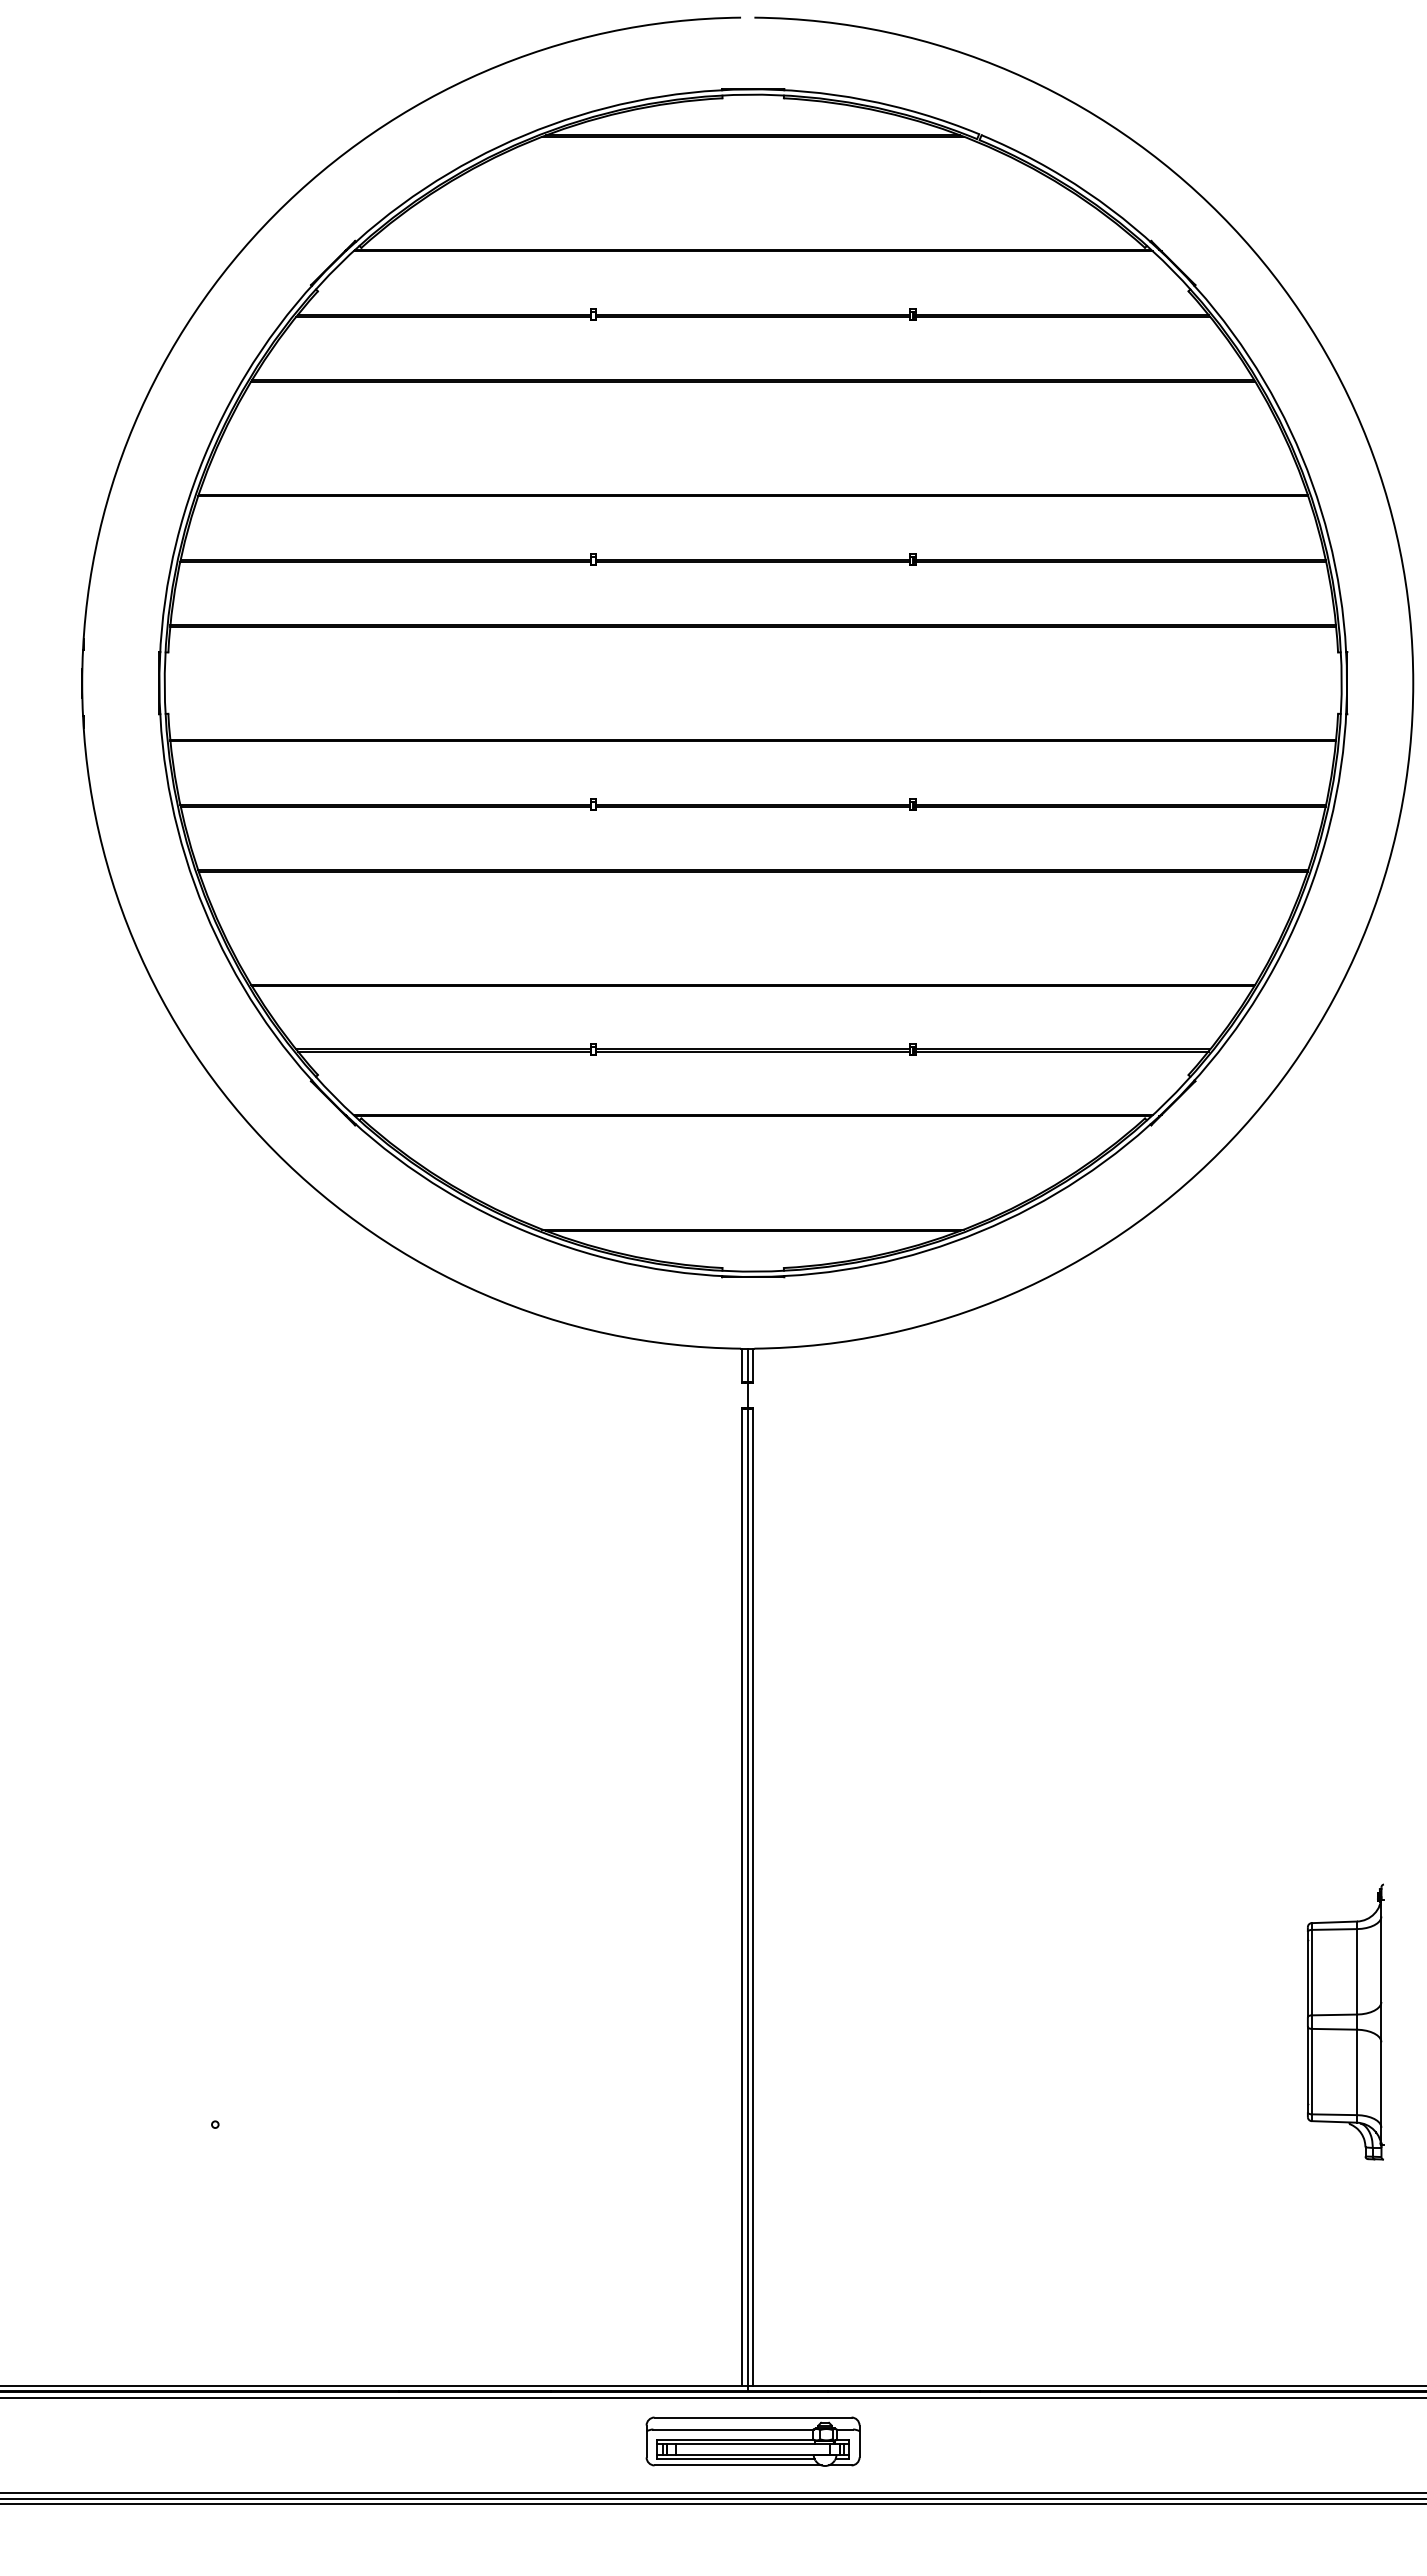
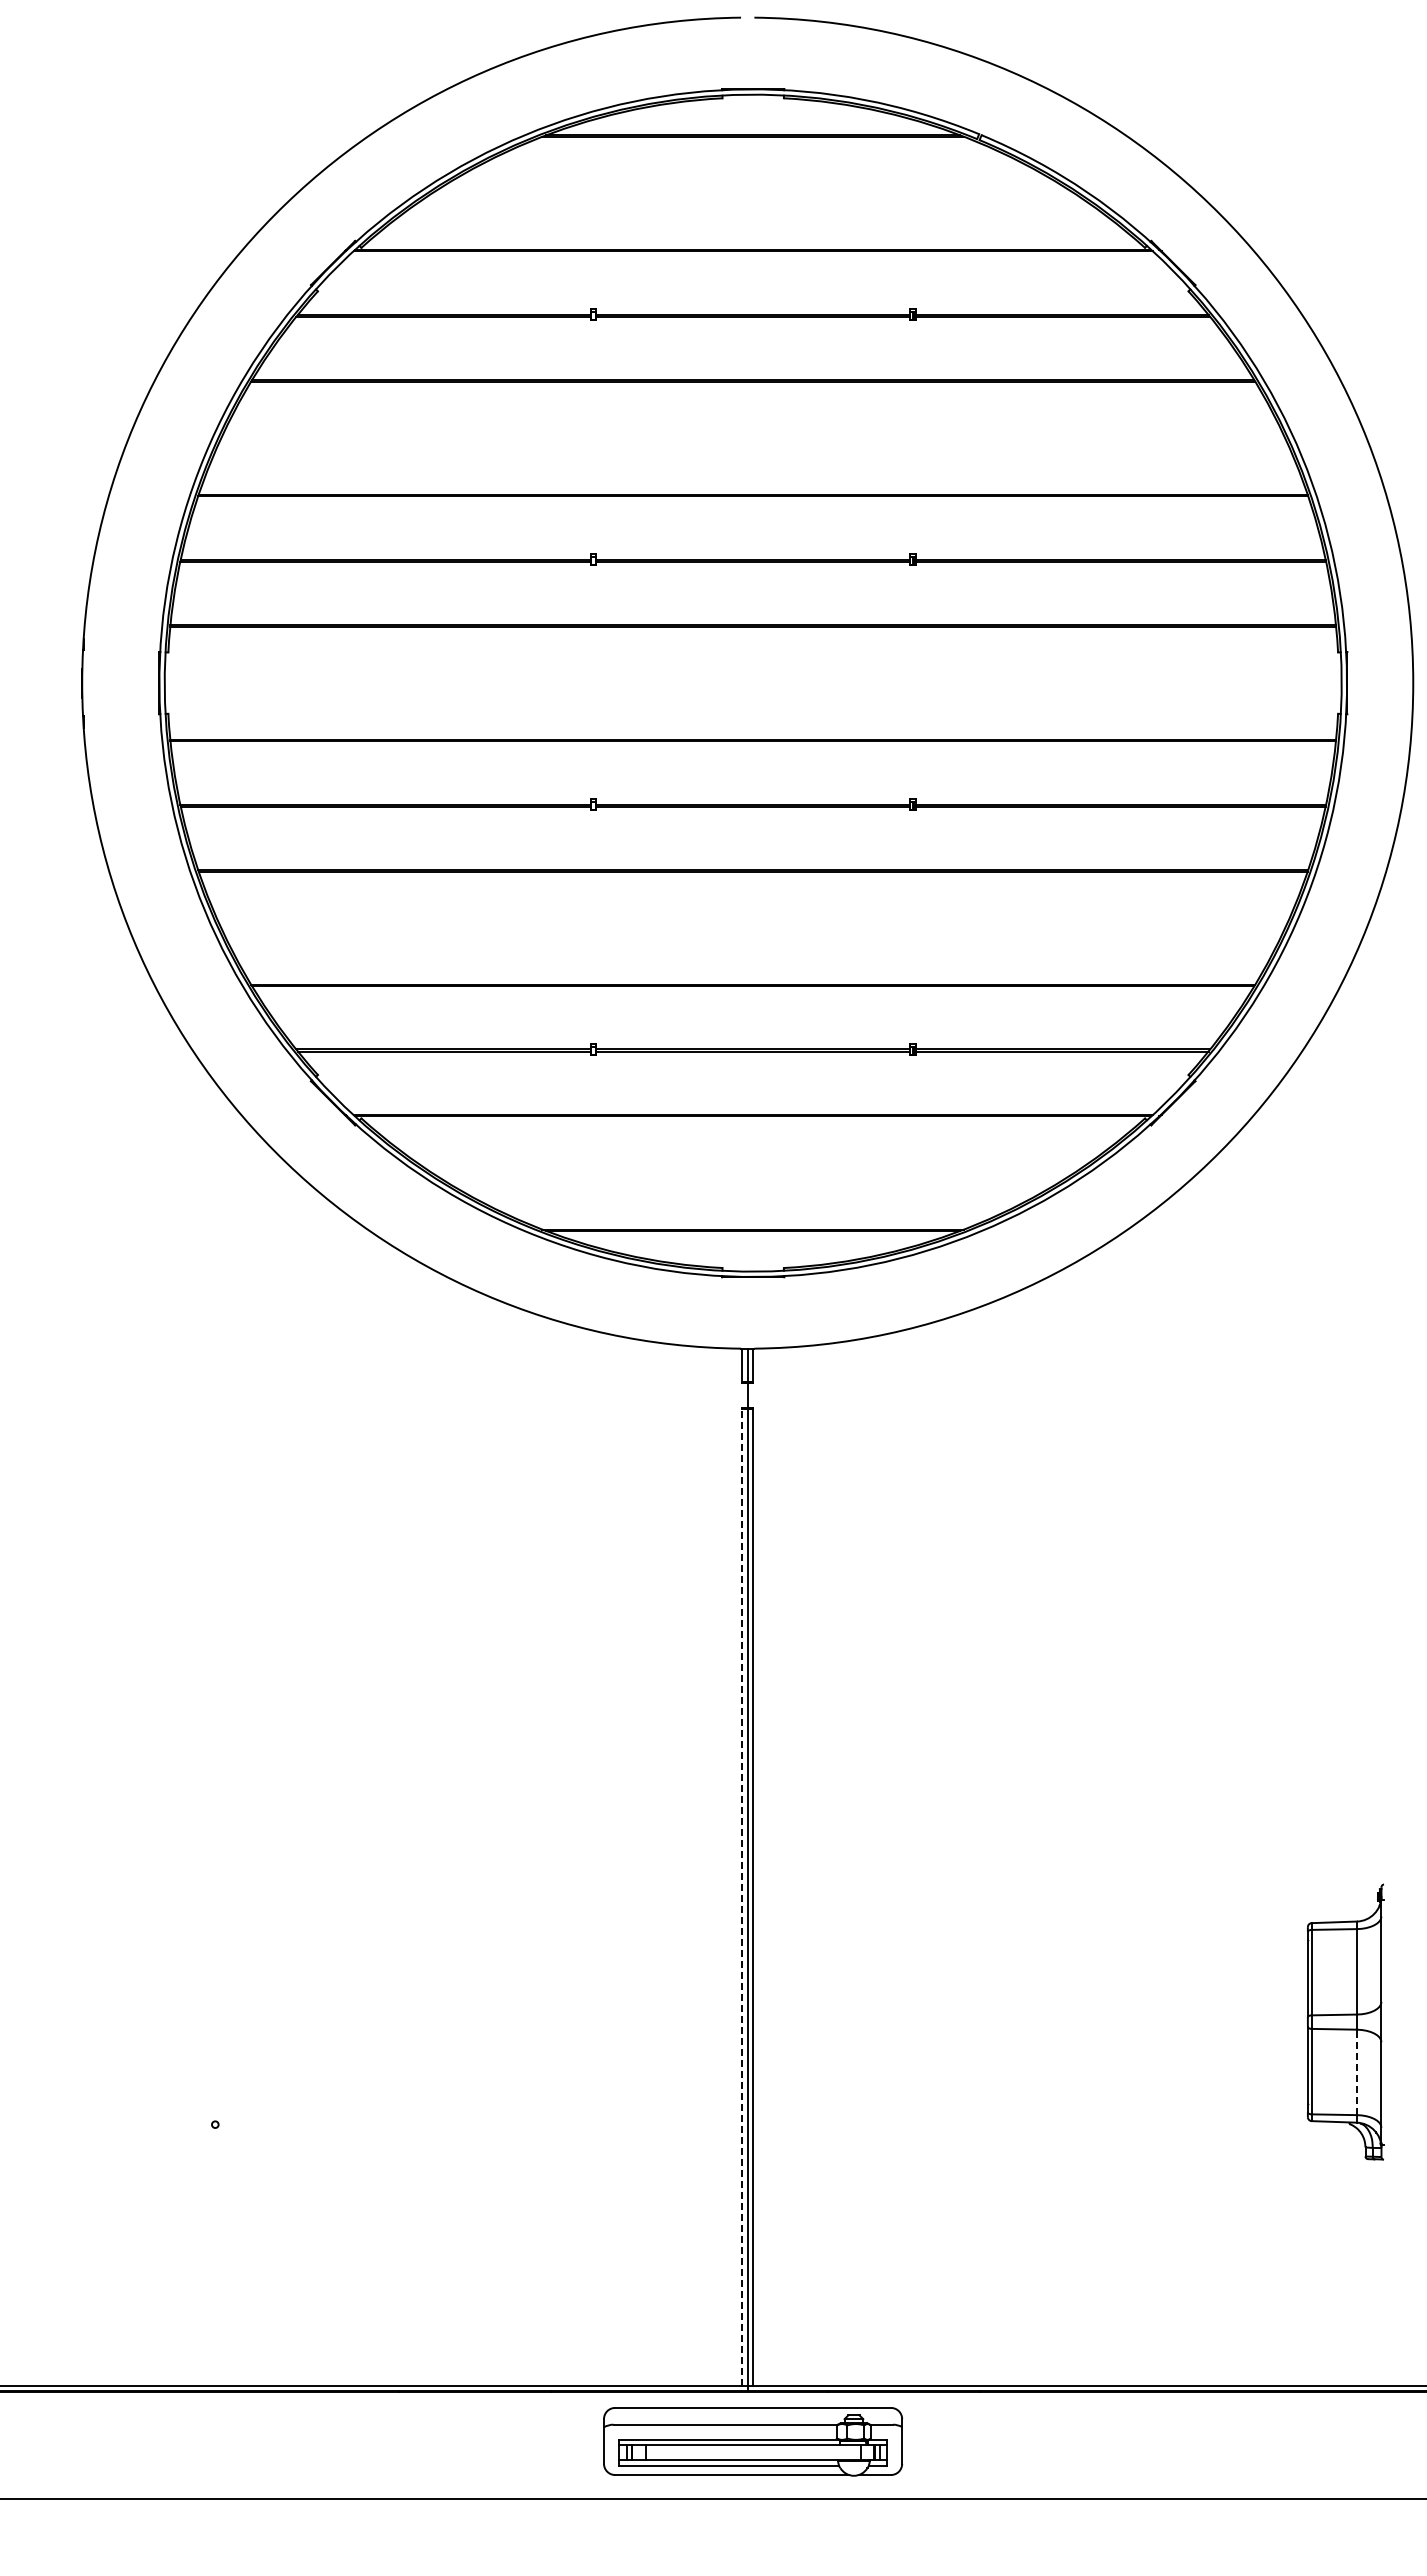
line at (742, 1896): solid -> dashed
line at (1357, 2072): solid -> dashed
line at (712, 2397): present -> none
part at (752, 2441) size: 216x51 px -> 300x70 px
line at (712, 2493): present -> none
line at (712, 2504): present -> none
